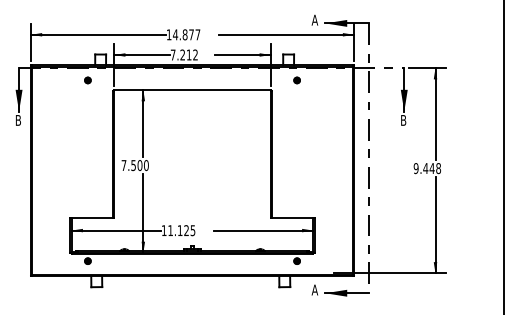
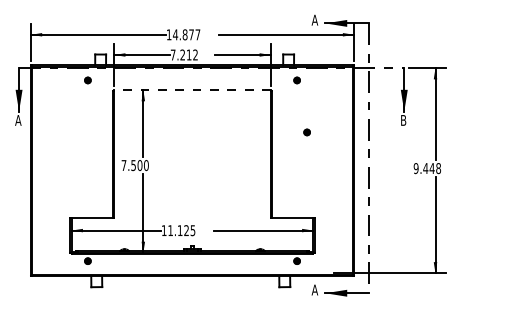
line at (192, 90): solid -> dashed
text at (18, 120): B -> A
part at (306, 132): none -> present
line at (504, 156): present -> none
